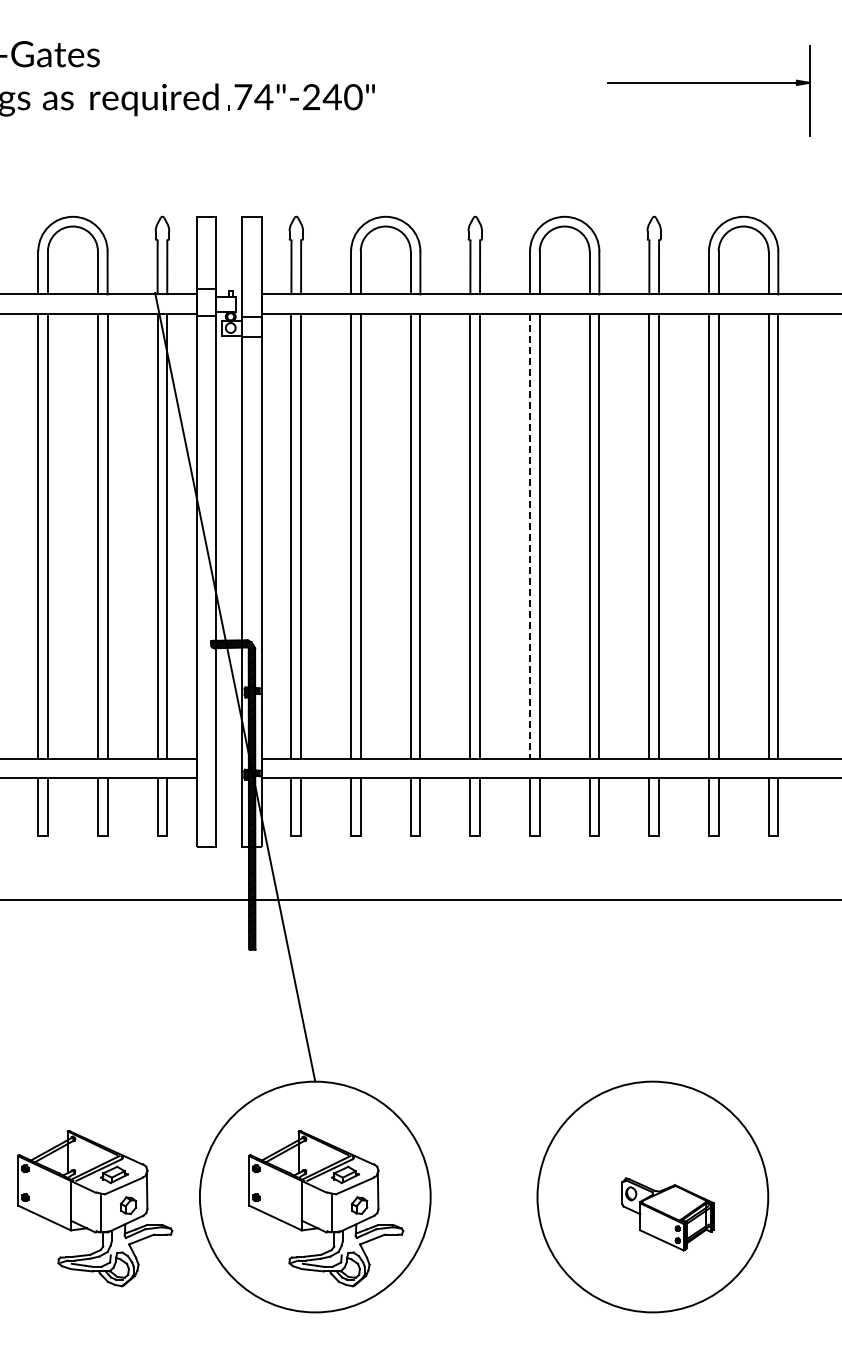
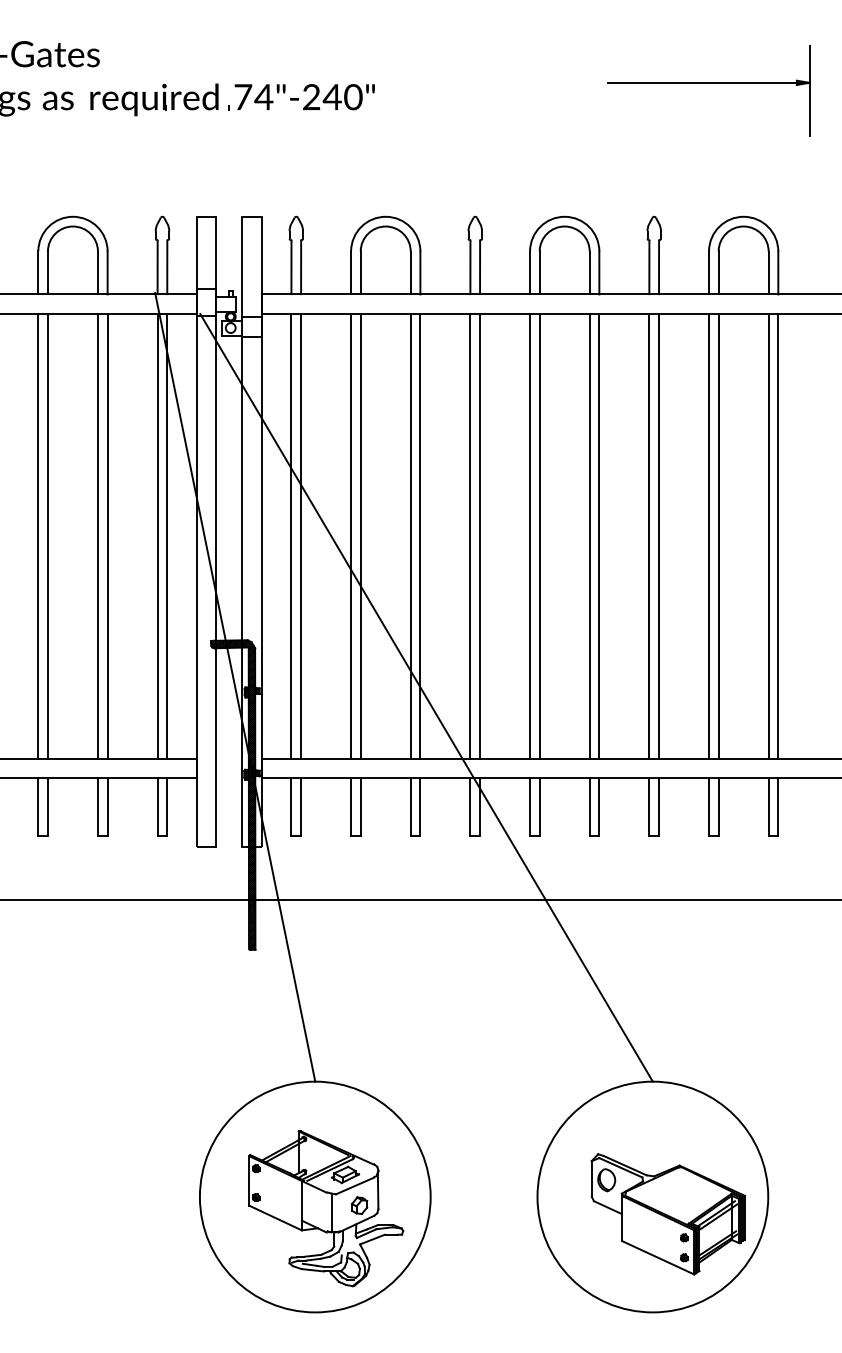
line at (530, 536): dashed -> solid
line at (426, 697): none -> present
part at (95, 1208): present -> none
part at (667, 1214) size: 94x75 px -> 156x123 px
